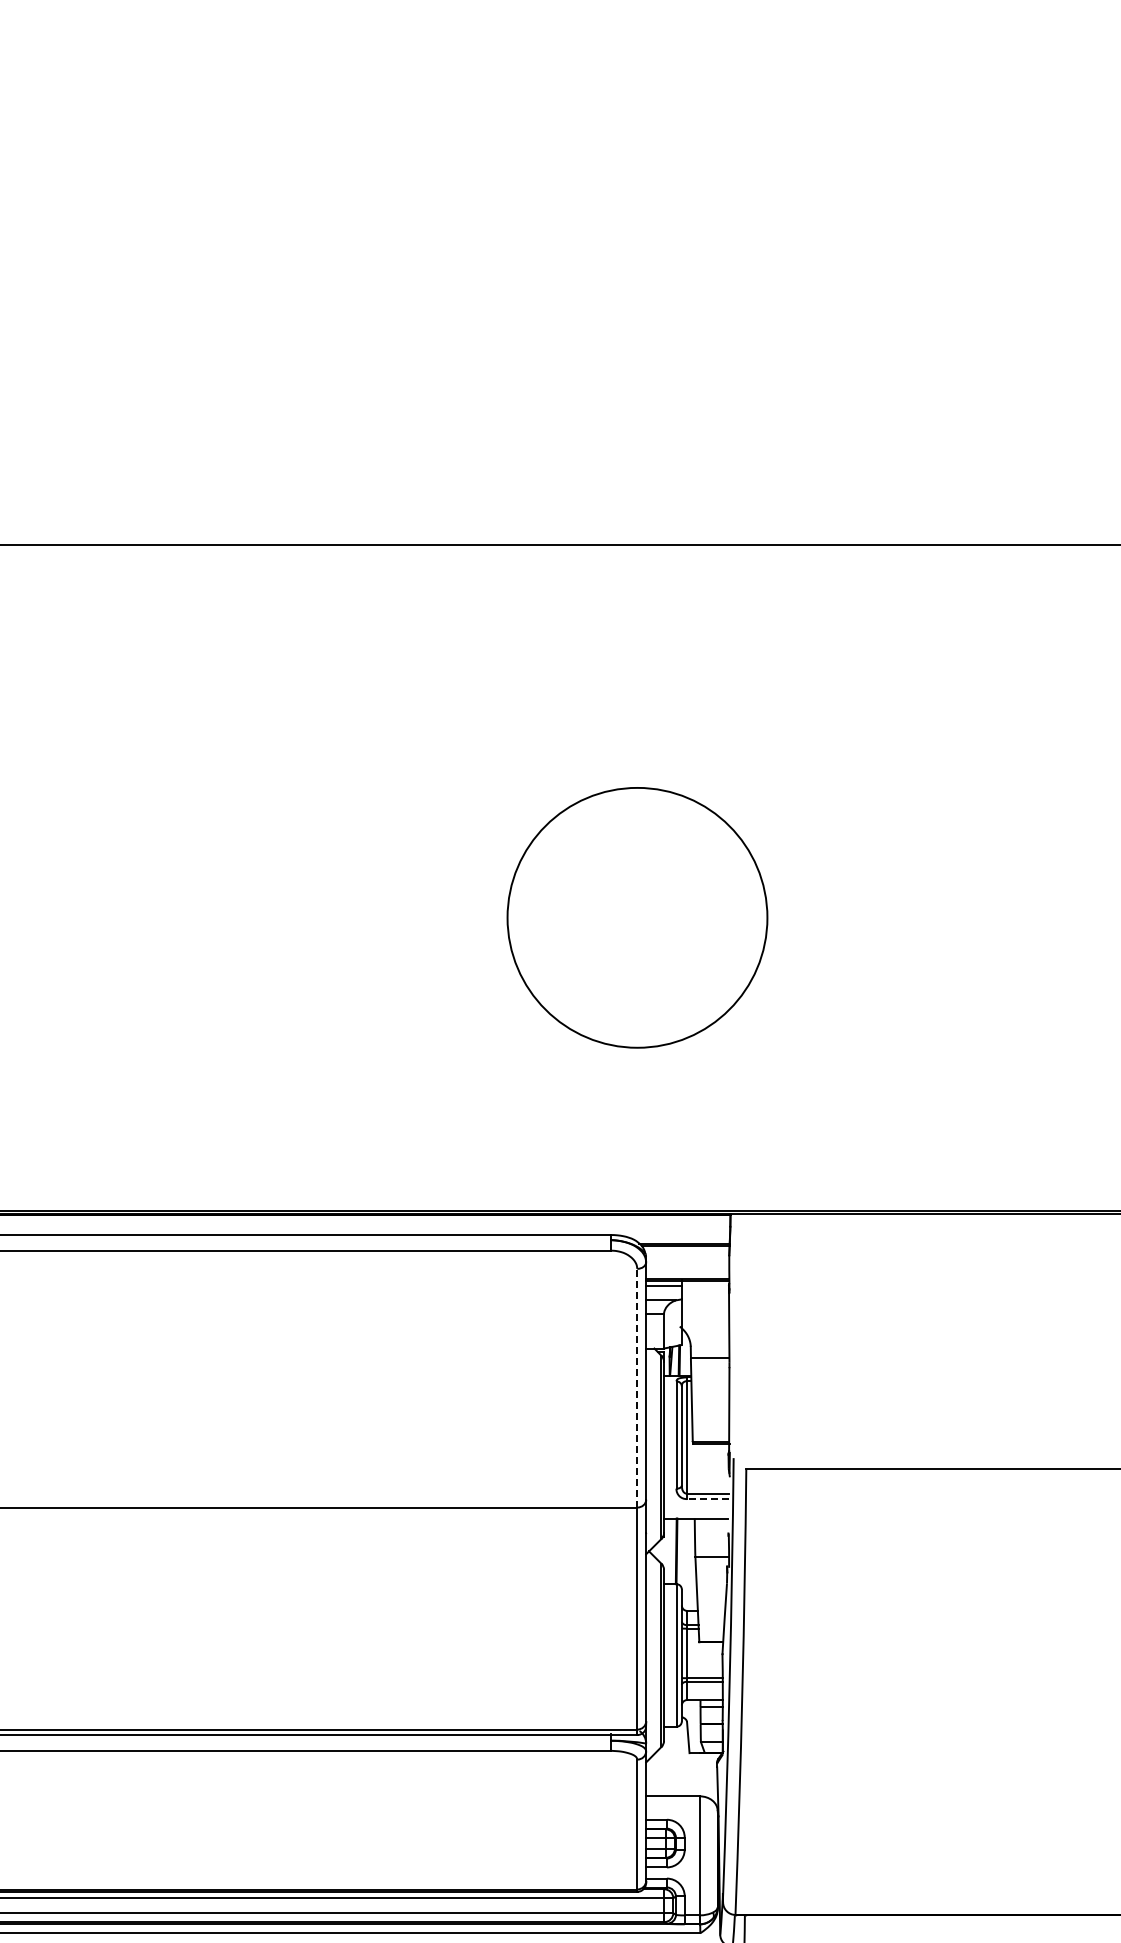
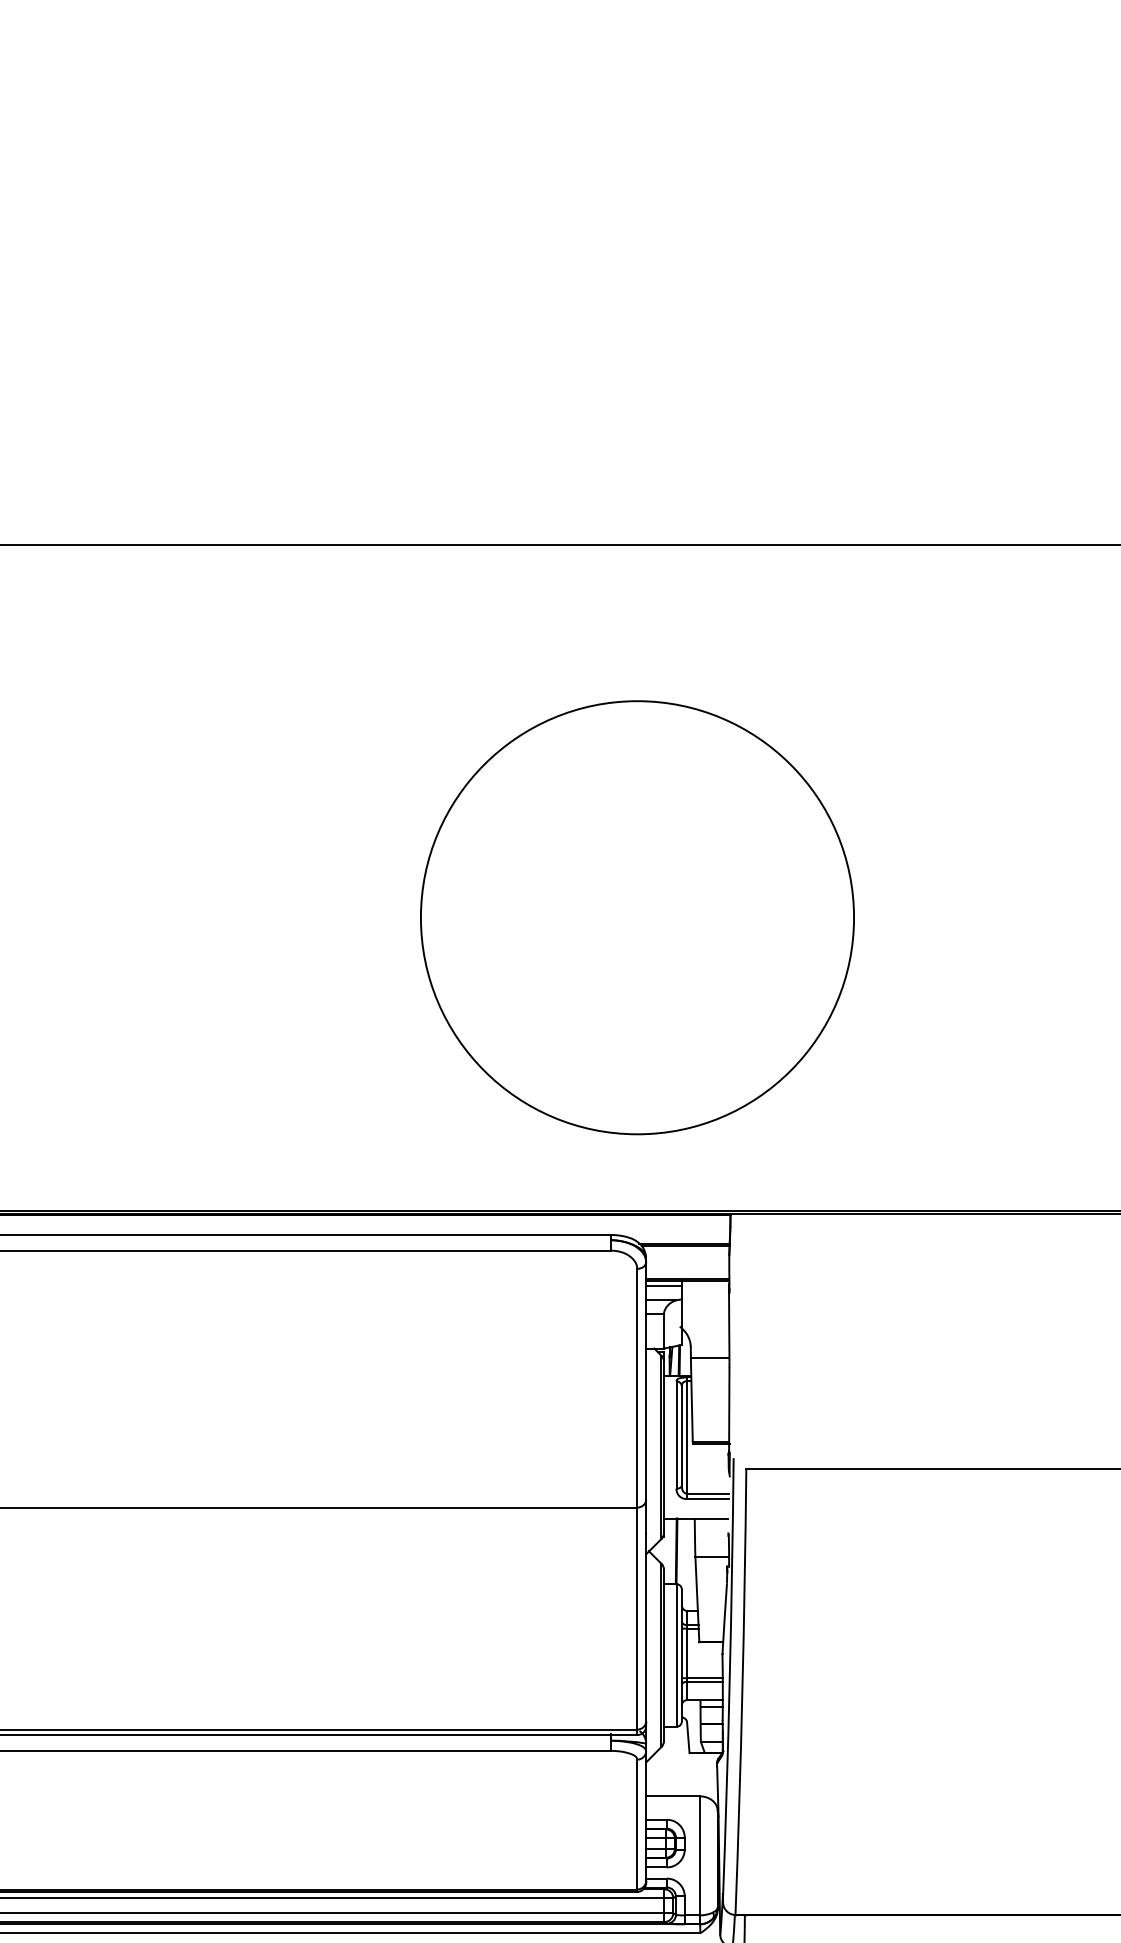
circle at (637, 917) size: 263x262 px -> 435x436 px
line at (637, 1387): dashed -> solid
line at (708, 1499): dashed -> solid
